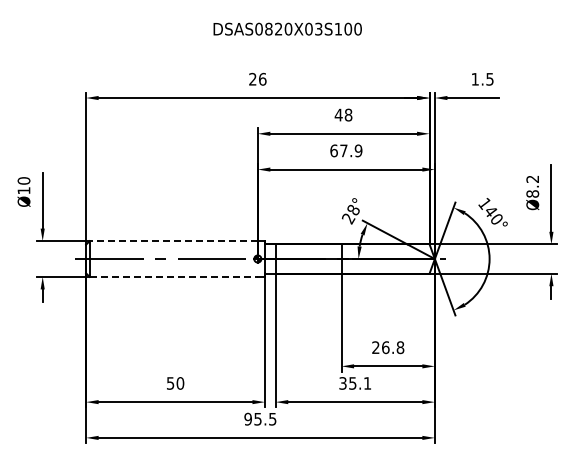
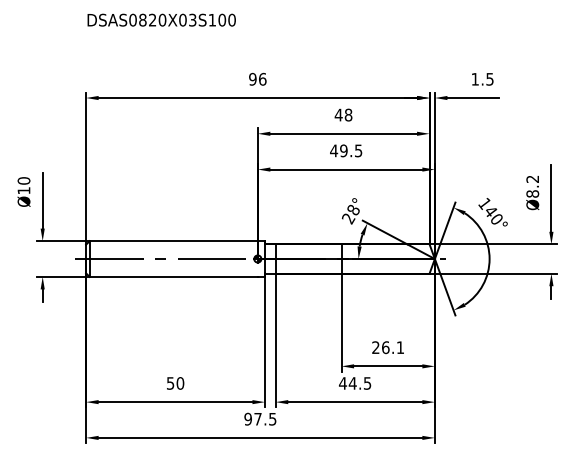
text at (287, 28) position: (287, 28) -> (161, 19)
text at (252, 79): 26 -> 96
text at (346, 150): 67.9 -> 49.5
line at (173, 241): dashed -> solid
line at (174, 276): dashed -> solid
text at (400, 347): 26.8 -> 26.1
text at (355, 383): 35.1 -> 44.5
text at (257, 419): 95.5 -> 97.5
